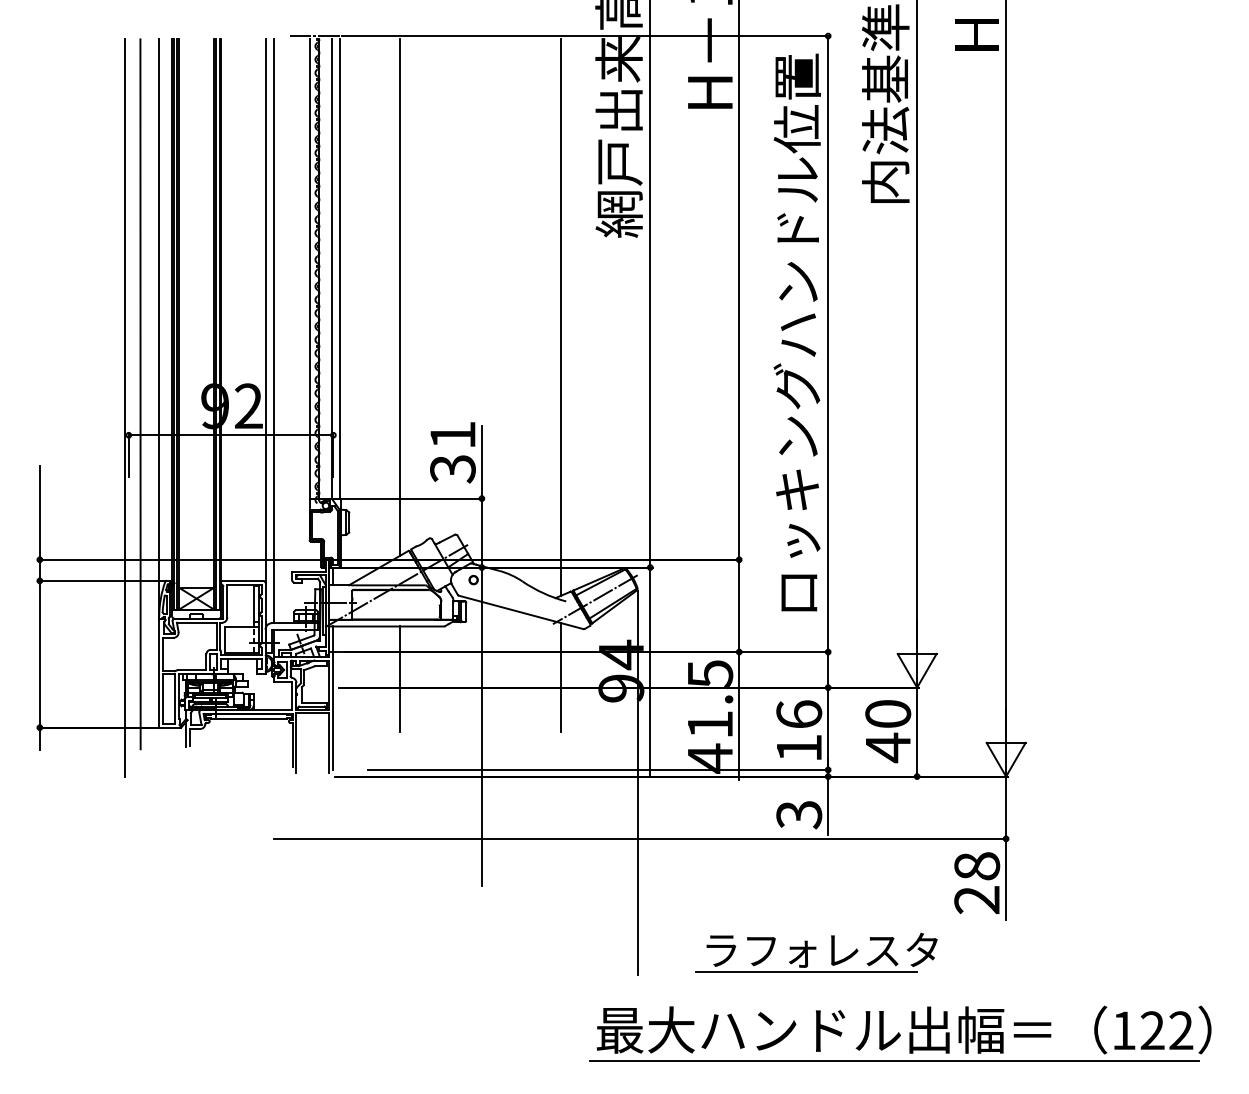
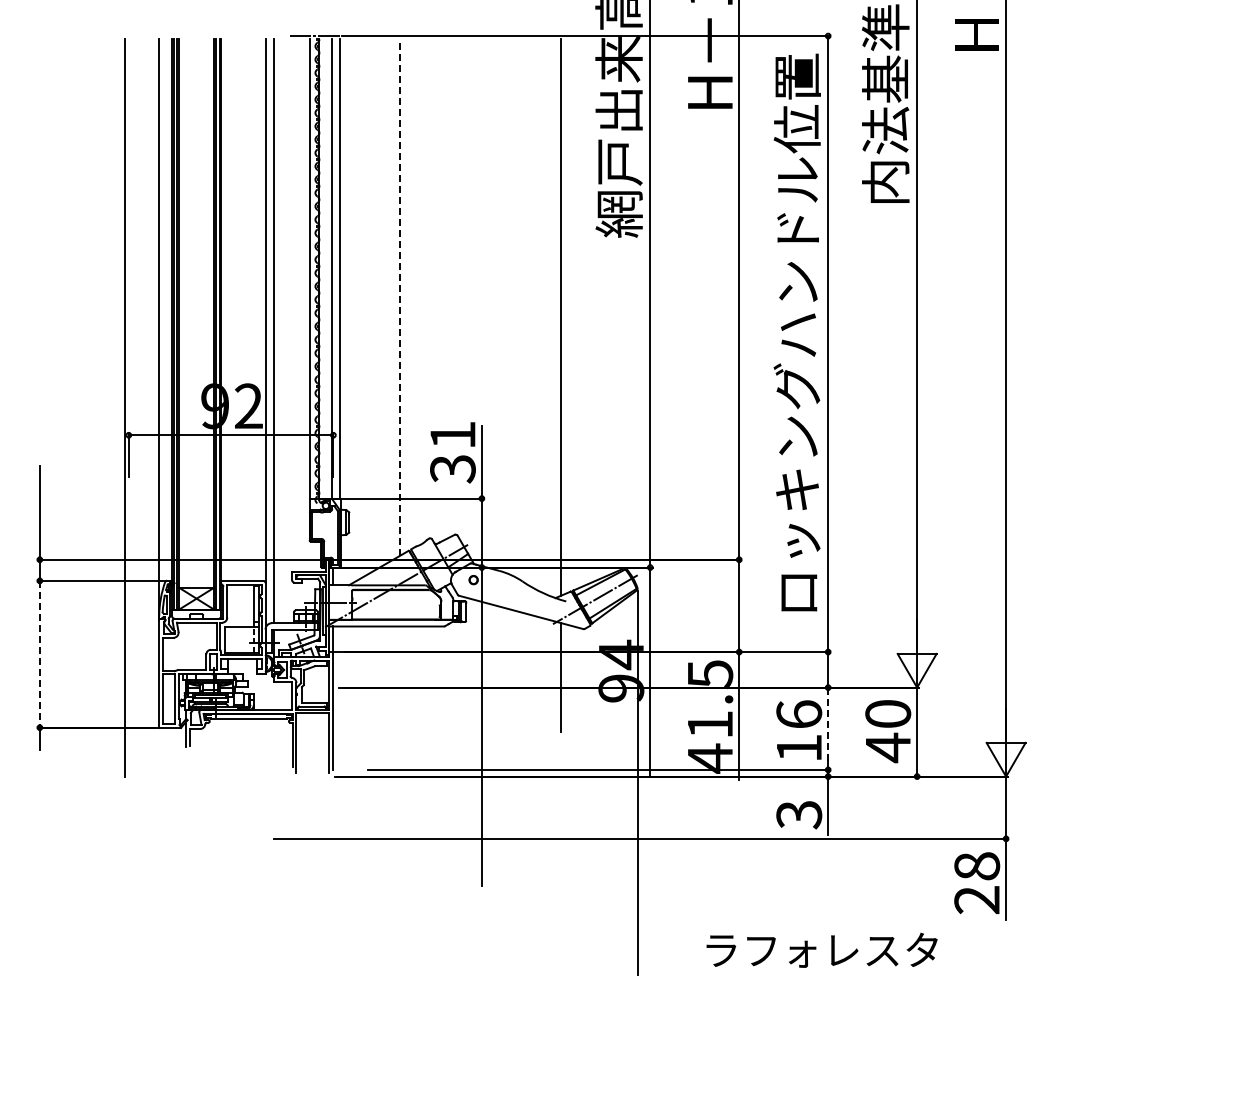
line at (400, 297): solid -> dashed
line at (140, 394): present -> none
line at (39, 654): solid -> dashed
line at (400, 679): present -> none
line at (828, 726): solid -> dashed
line at (806, 972): present -> none
part at (900, 1033): present -> none
